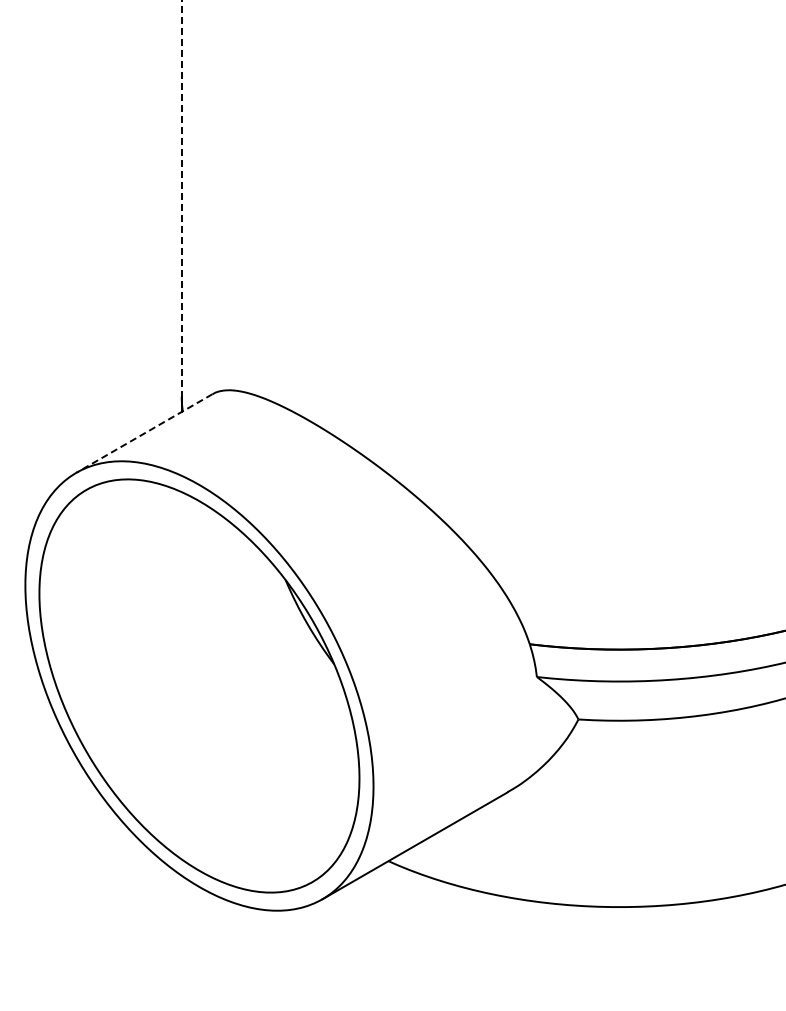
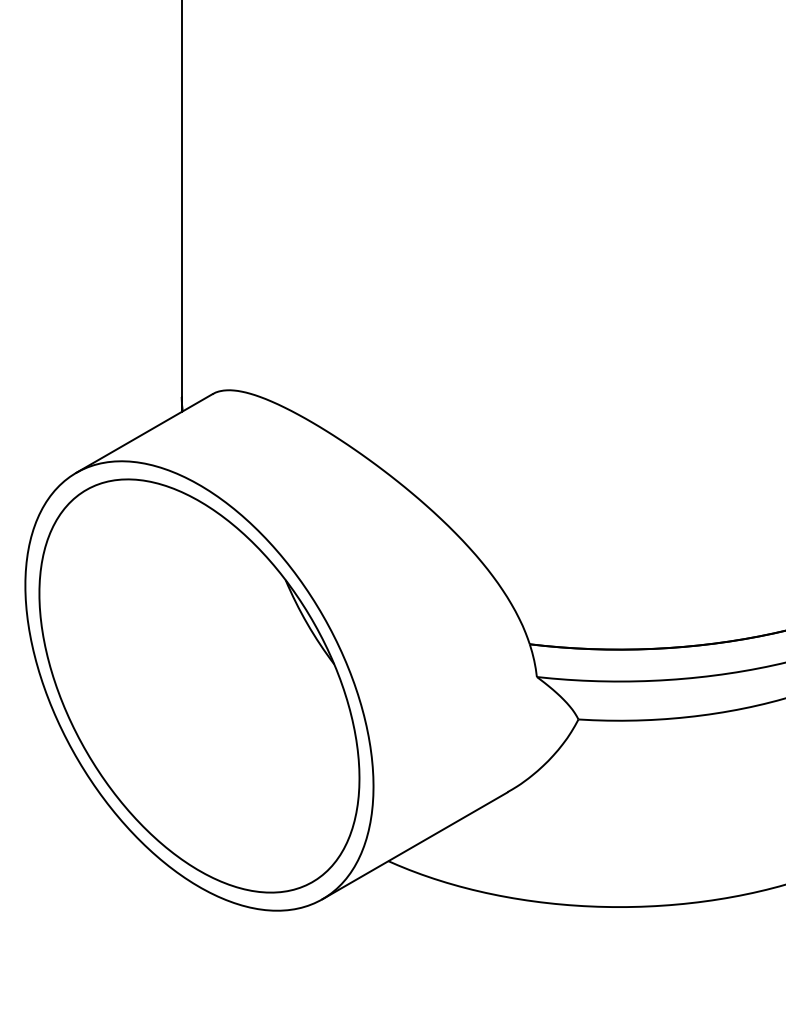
line at (181, 199): dashed -> solid
line at (144, 433): dashed -> solid
